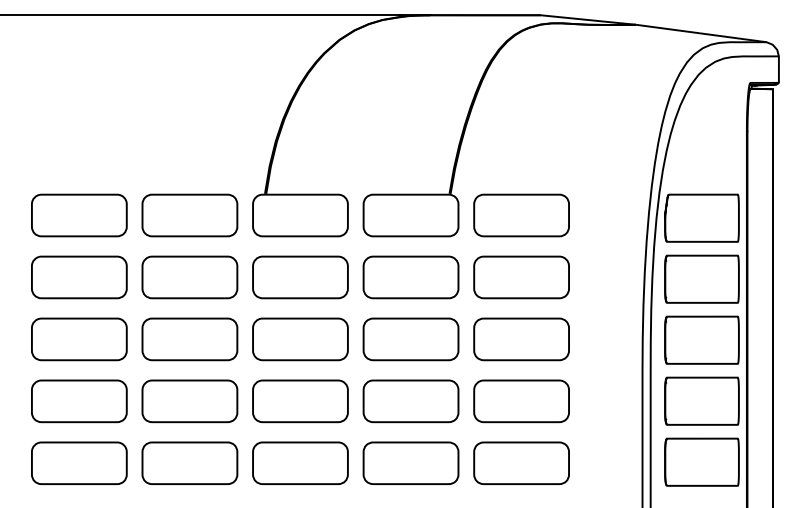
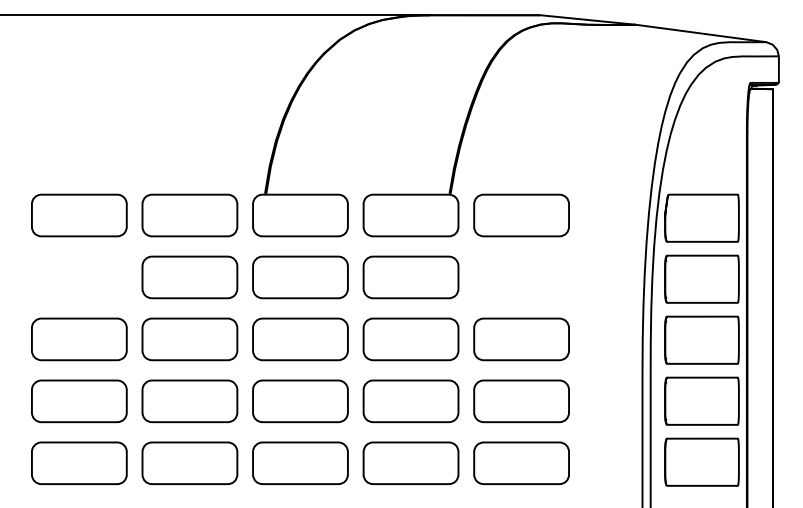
part at (79, 277): present -> none
part at (521, 277): present -> none
